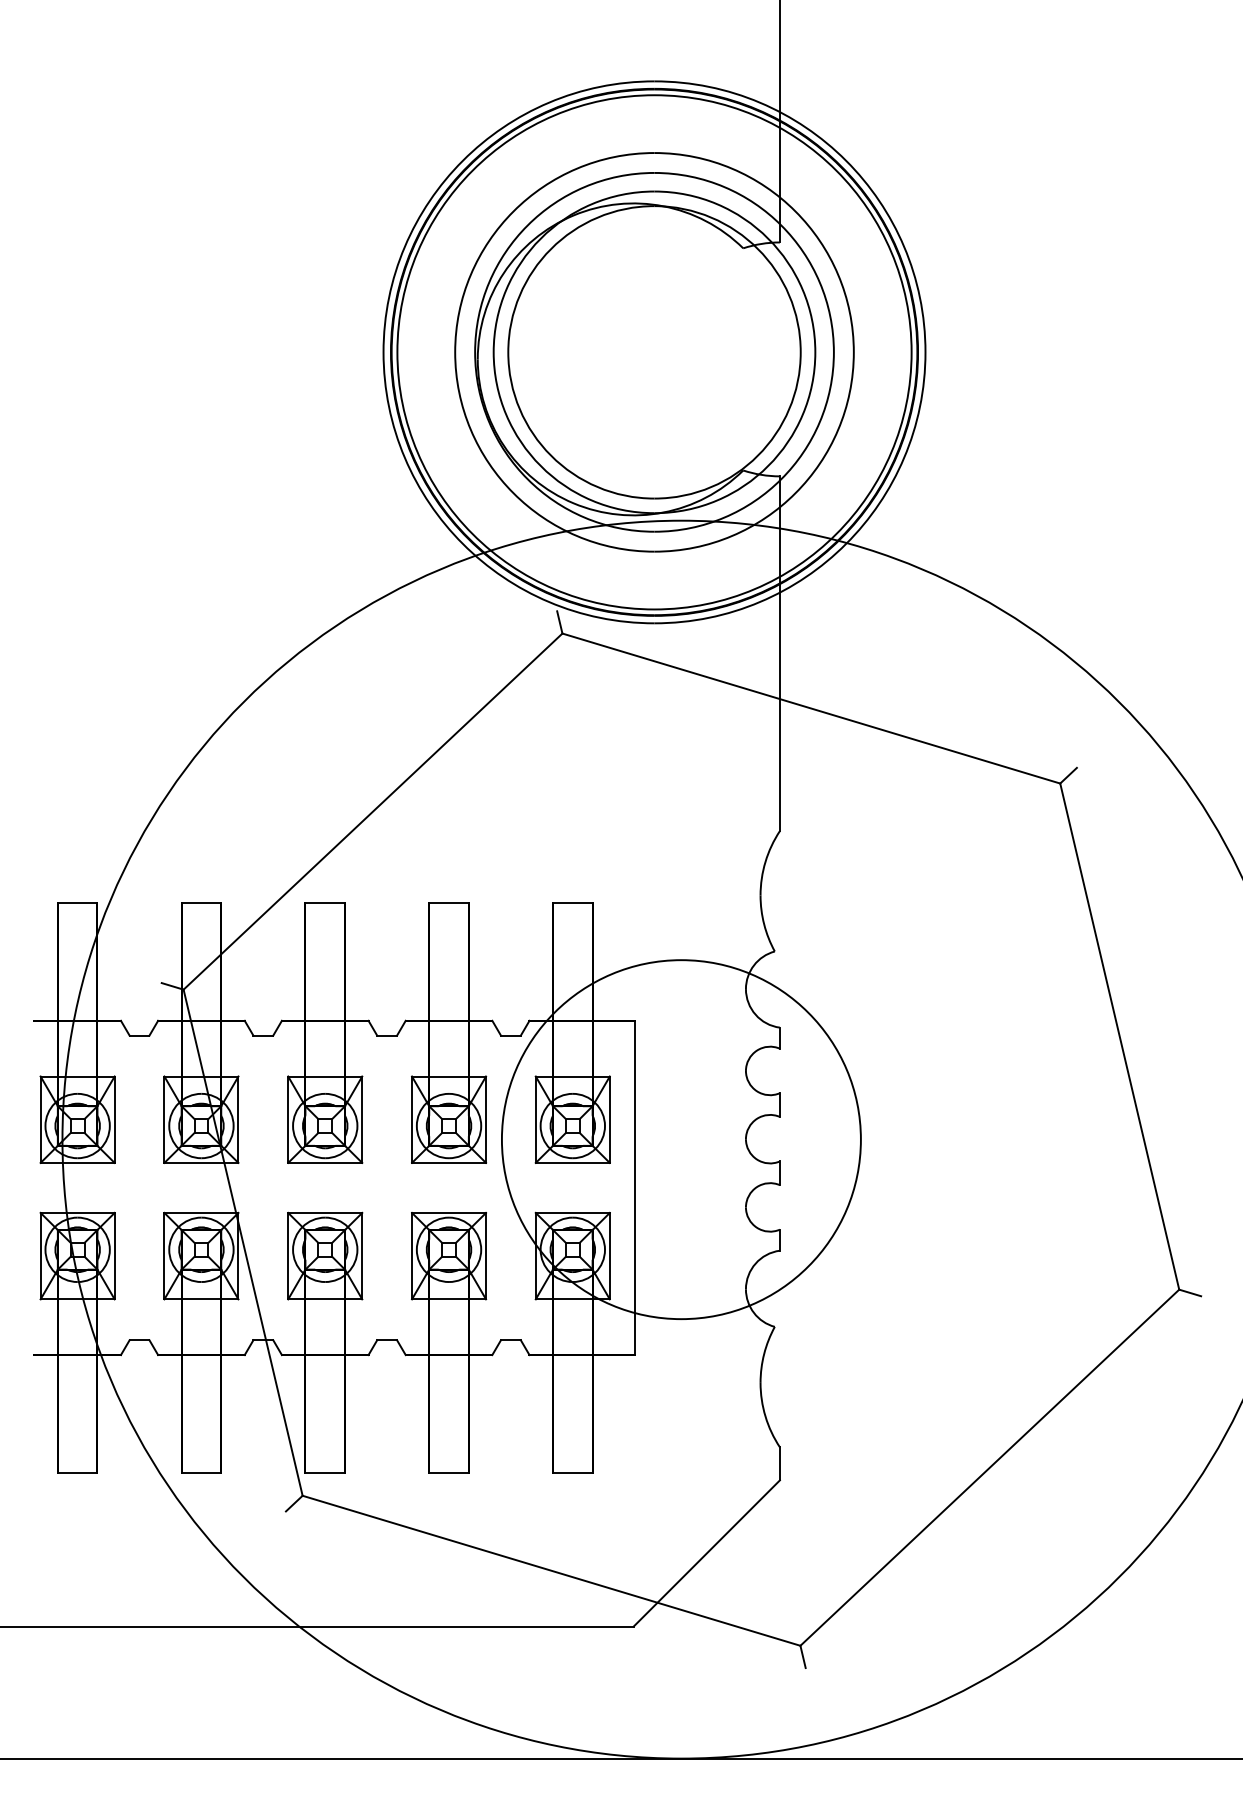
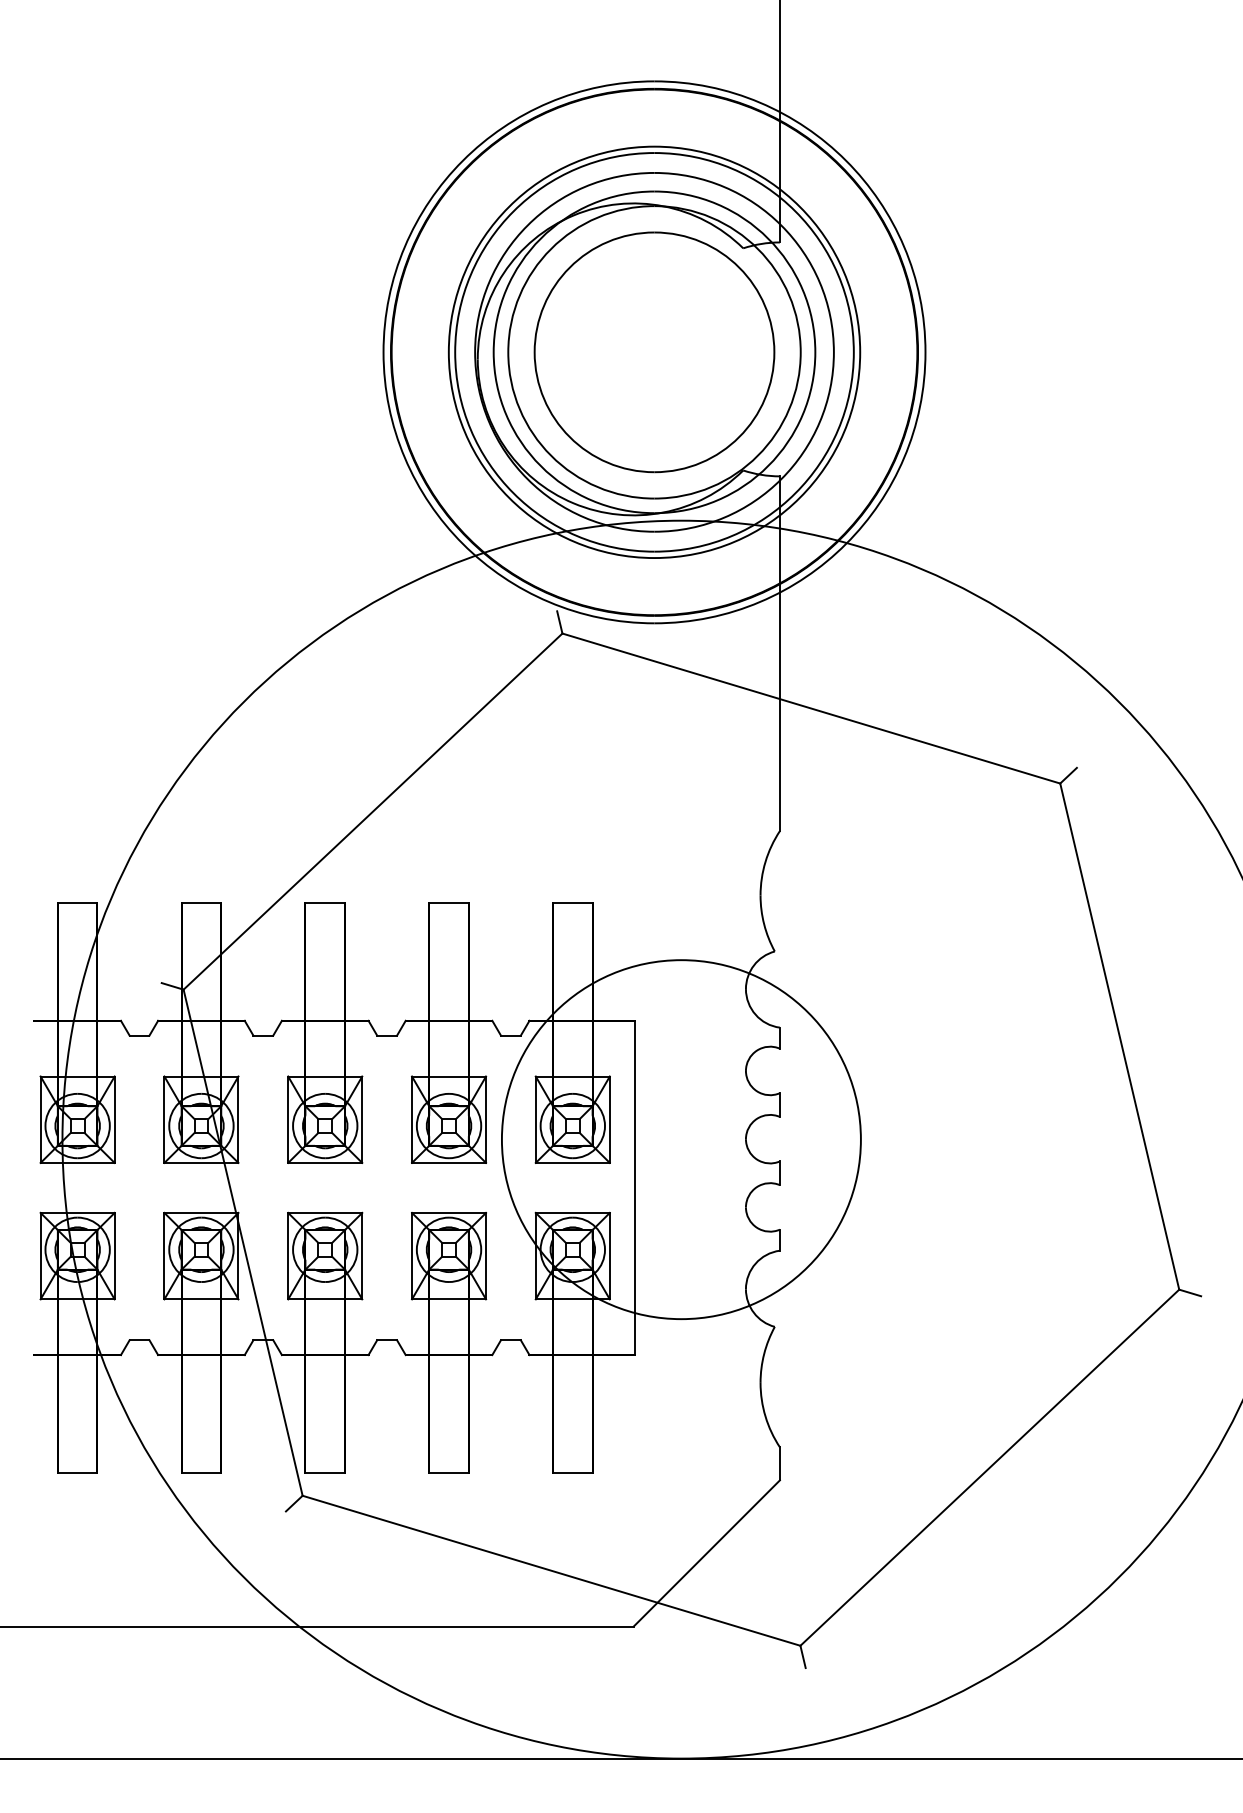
circle at (654, 352) diameter: 514 px -> 411 px
part at (654, 352): none -> present
